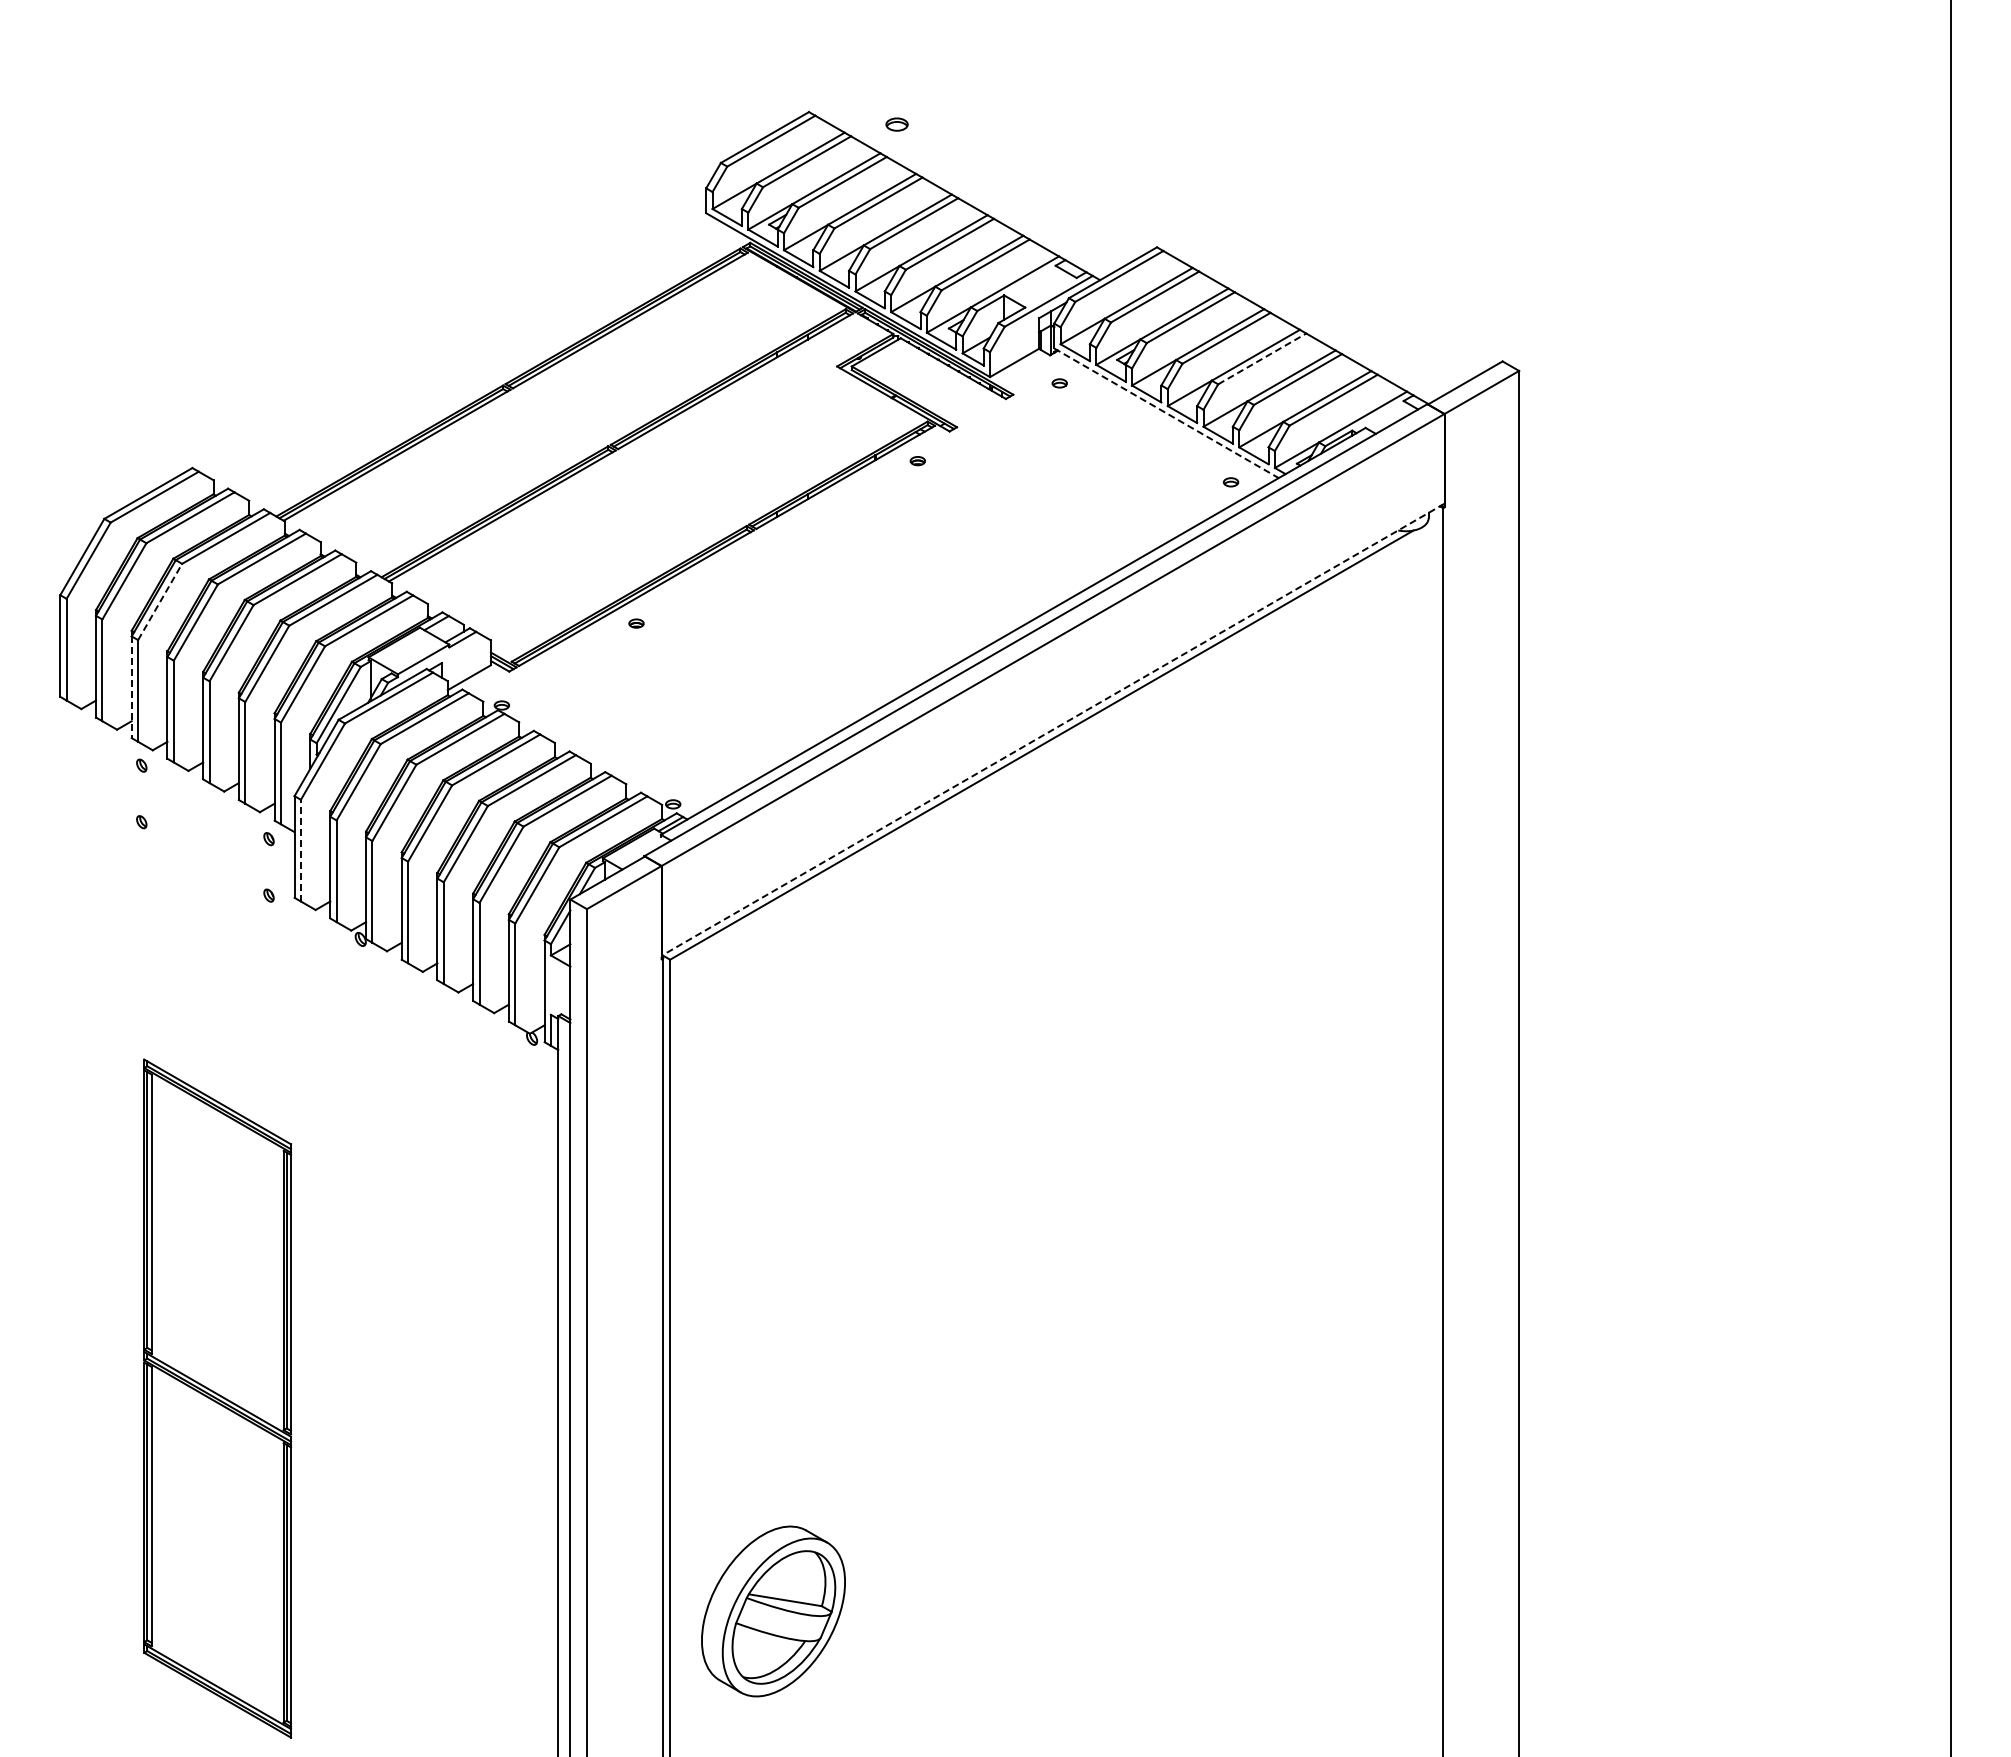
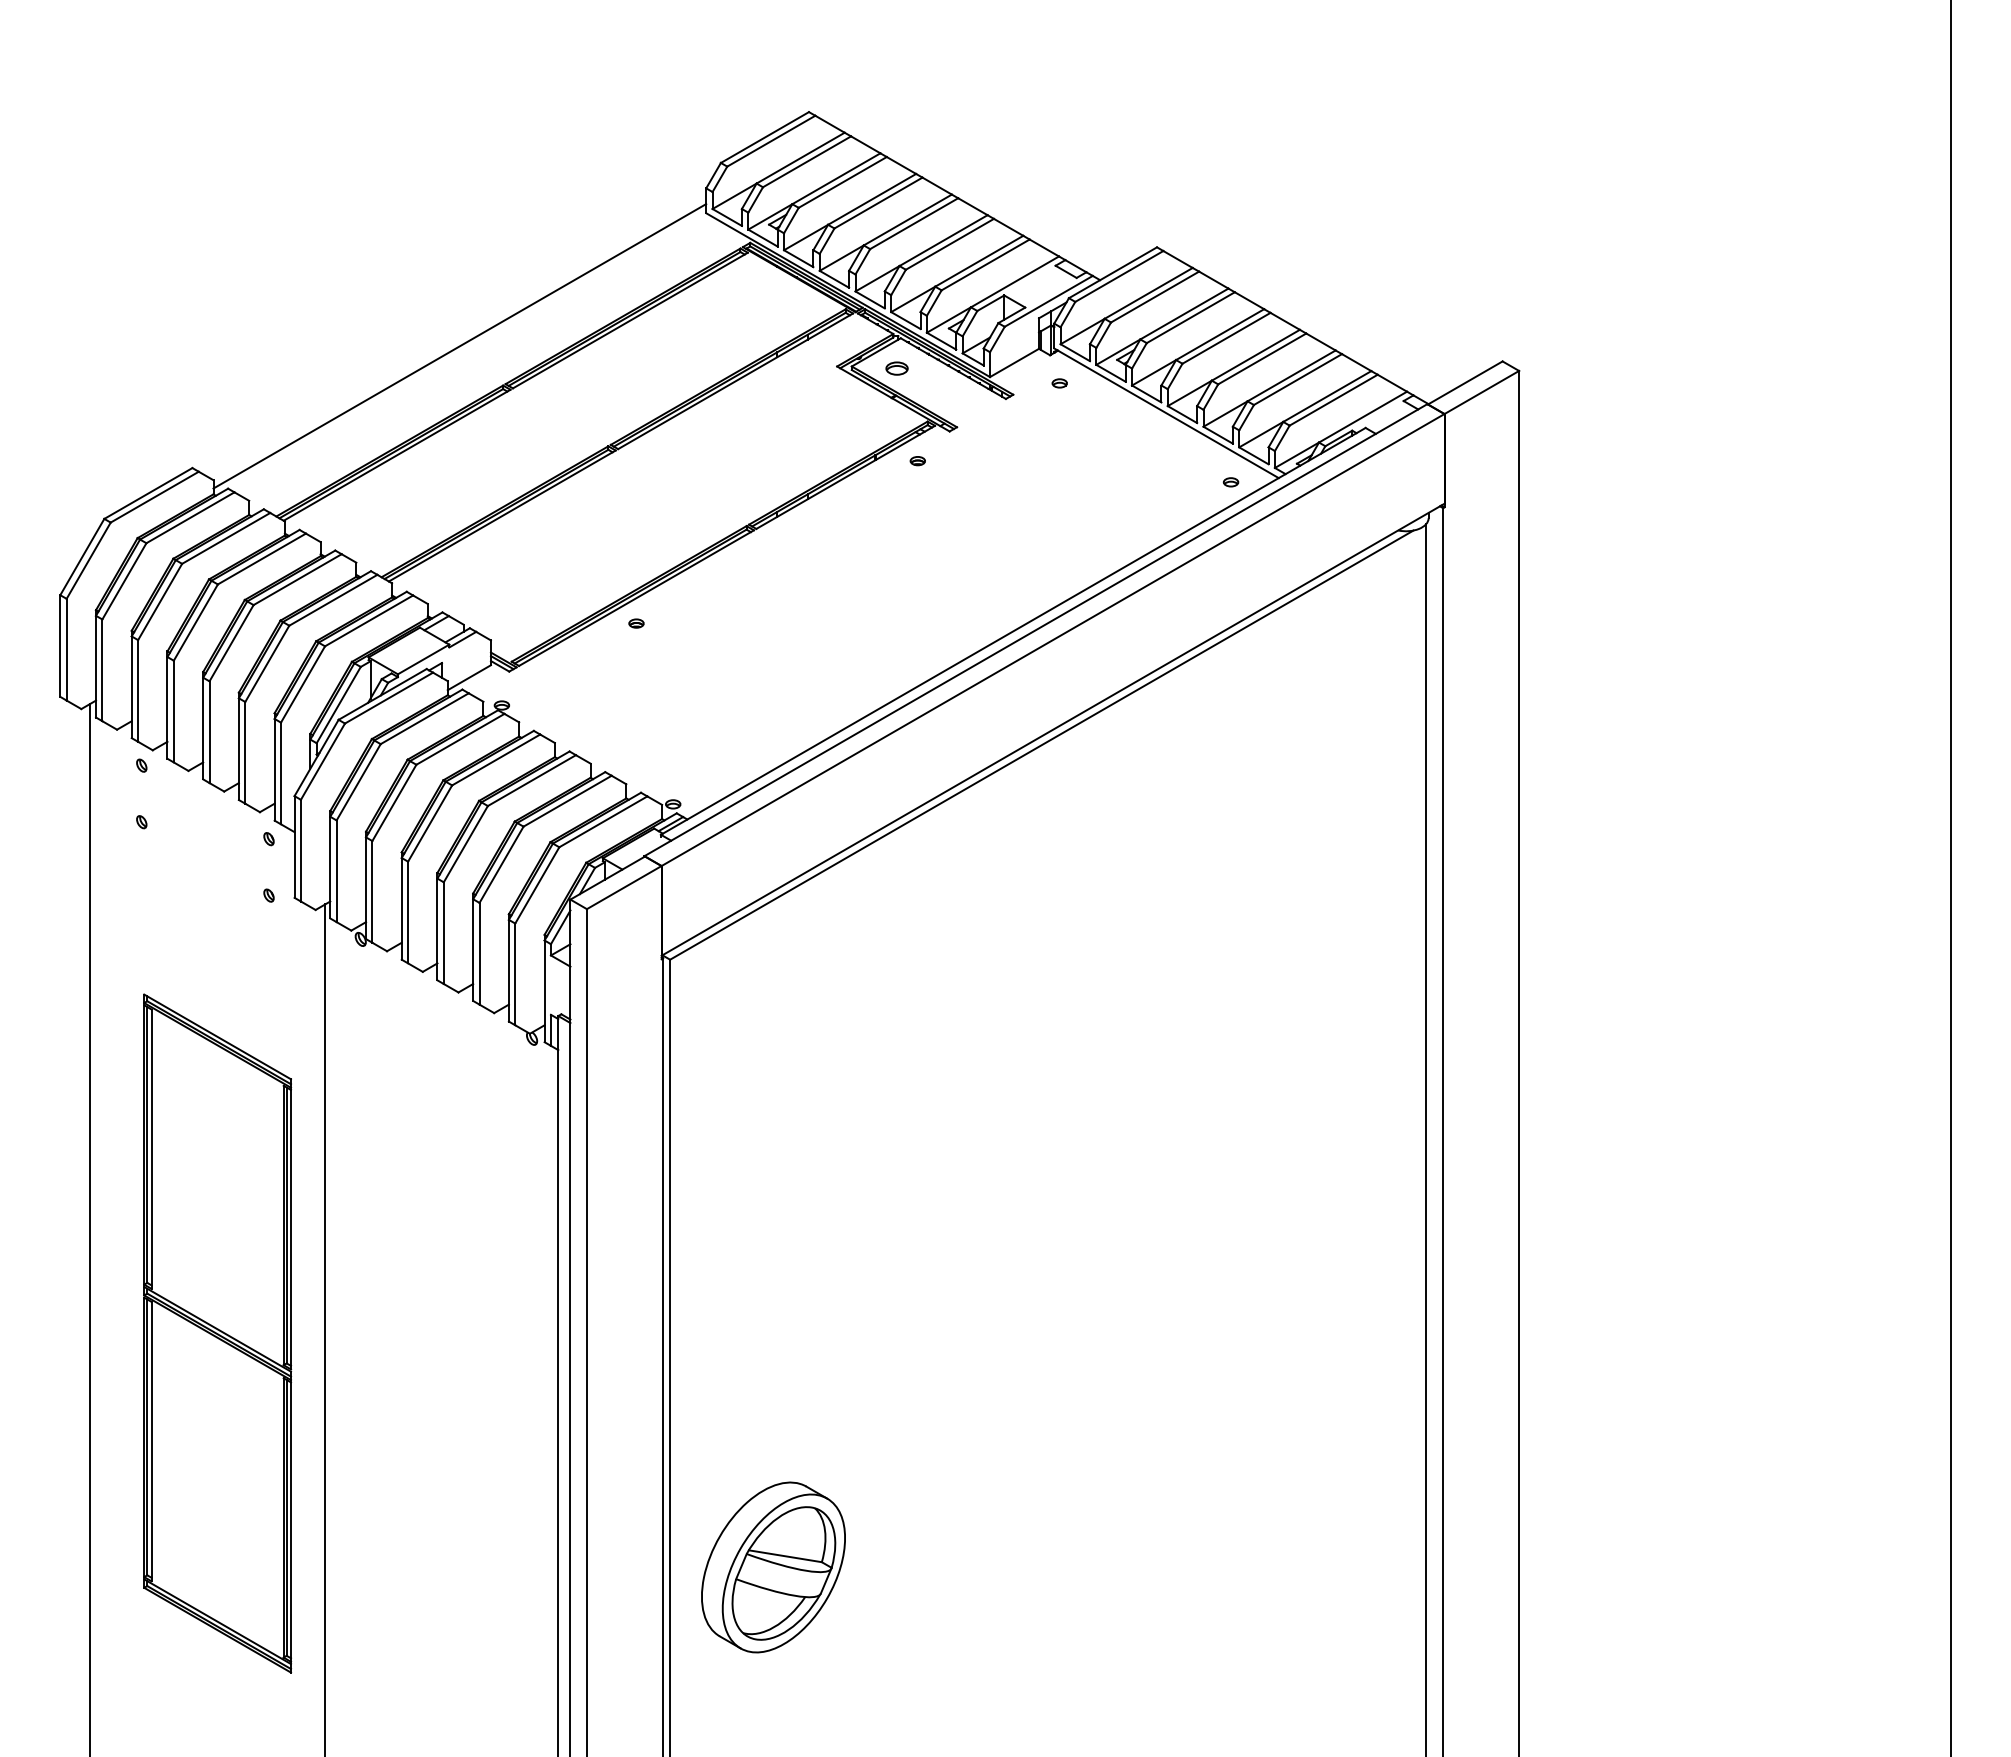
part at (896, 124) position: (896, 124) -> (896, 368)
line at (459, 346): none -> present
line at (1262, 358): dashed -> solid
line at (1166, 413): dashed -> solid
line at (160, 601): dashed -> solid
line at (131, 687): dashed -> solid
line at (1052, 730): dashed -> solid
line at (300, 850): dashed -> solid
line at (1426, 1138): none -> present
line at (89, 1228): none -> present
line at (325, 1328): none -> present
part at (217, 1398) position: (217, 1398) -> (217, 1333)
part at (773, 1611) position: (773, 1611) -> (773, 1567)
